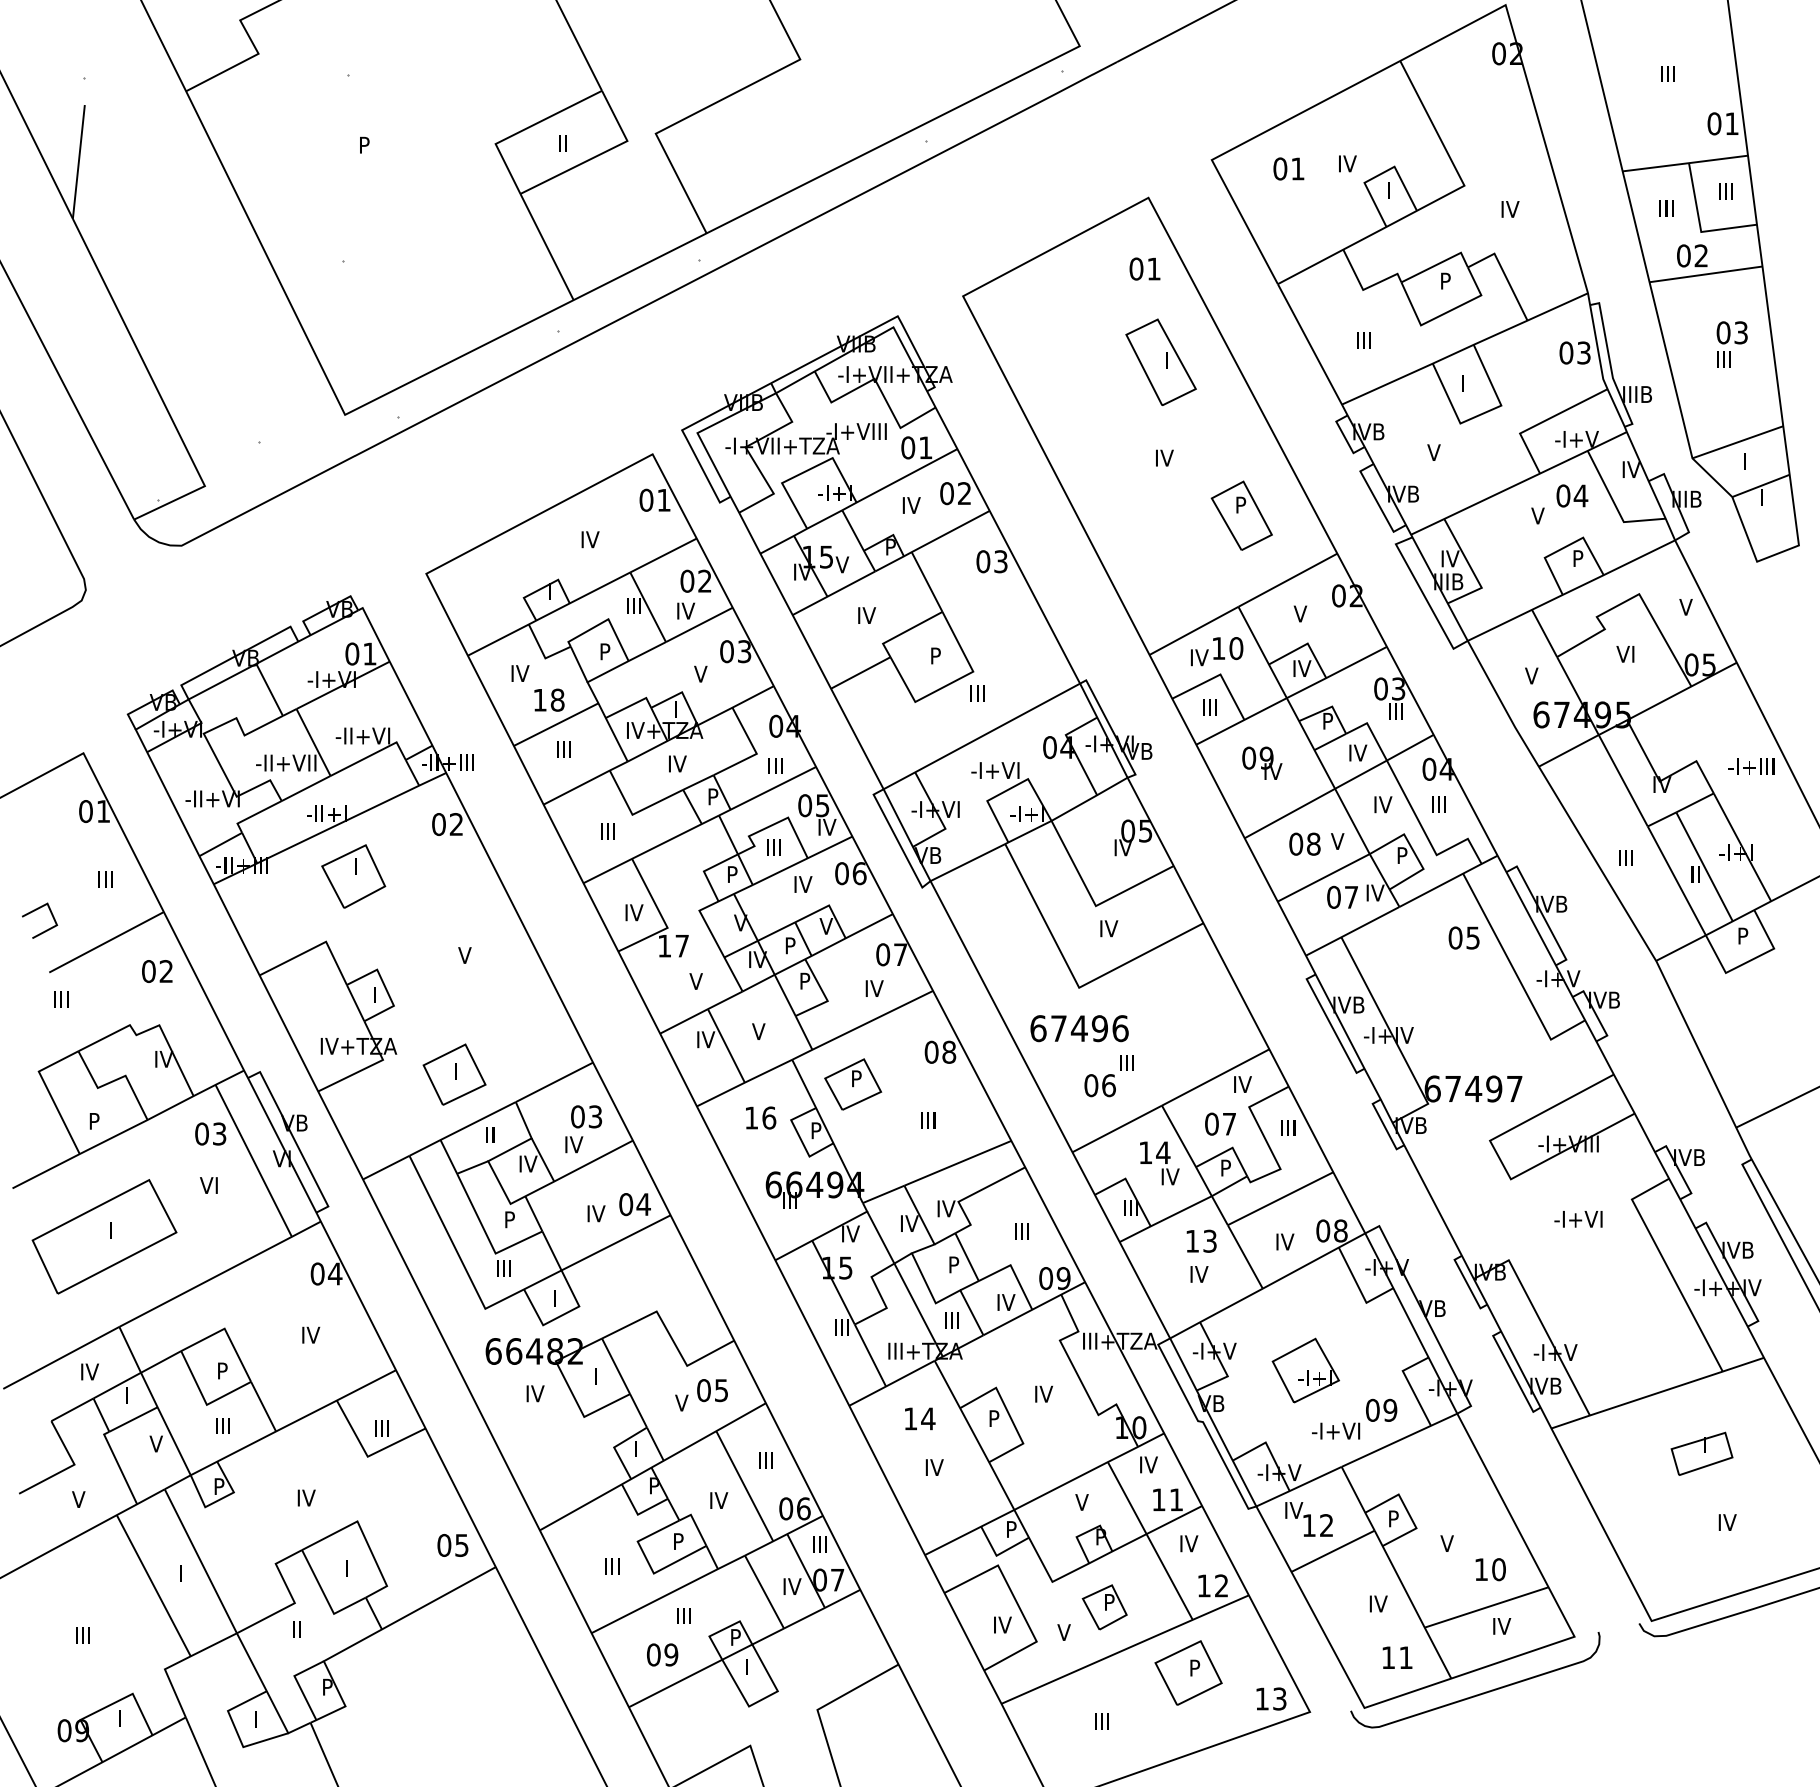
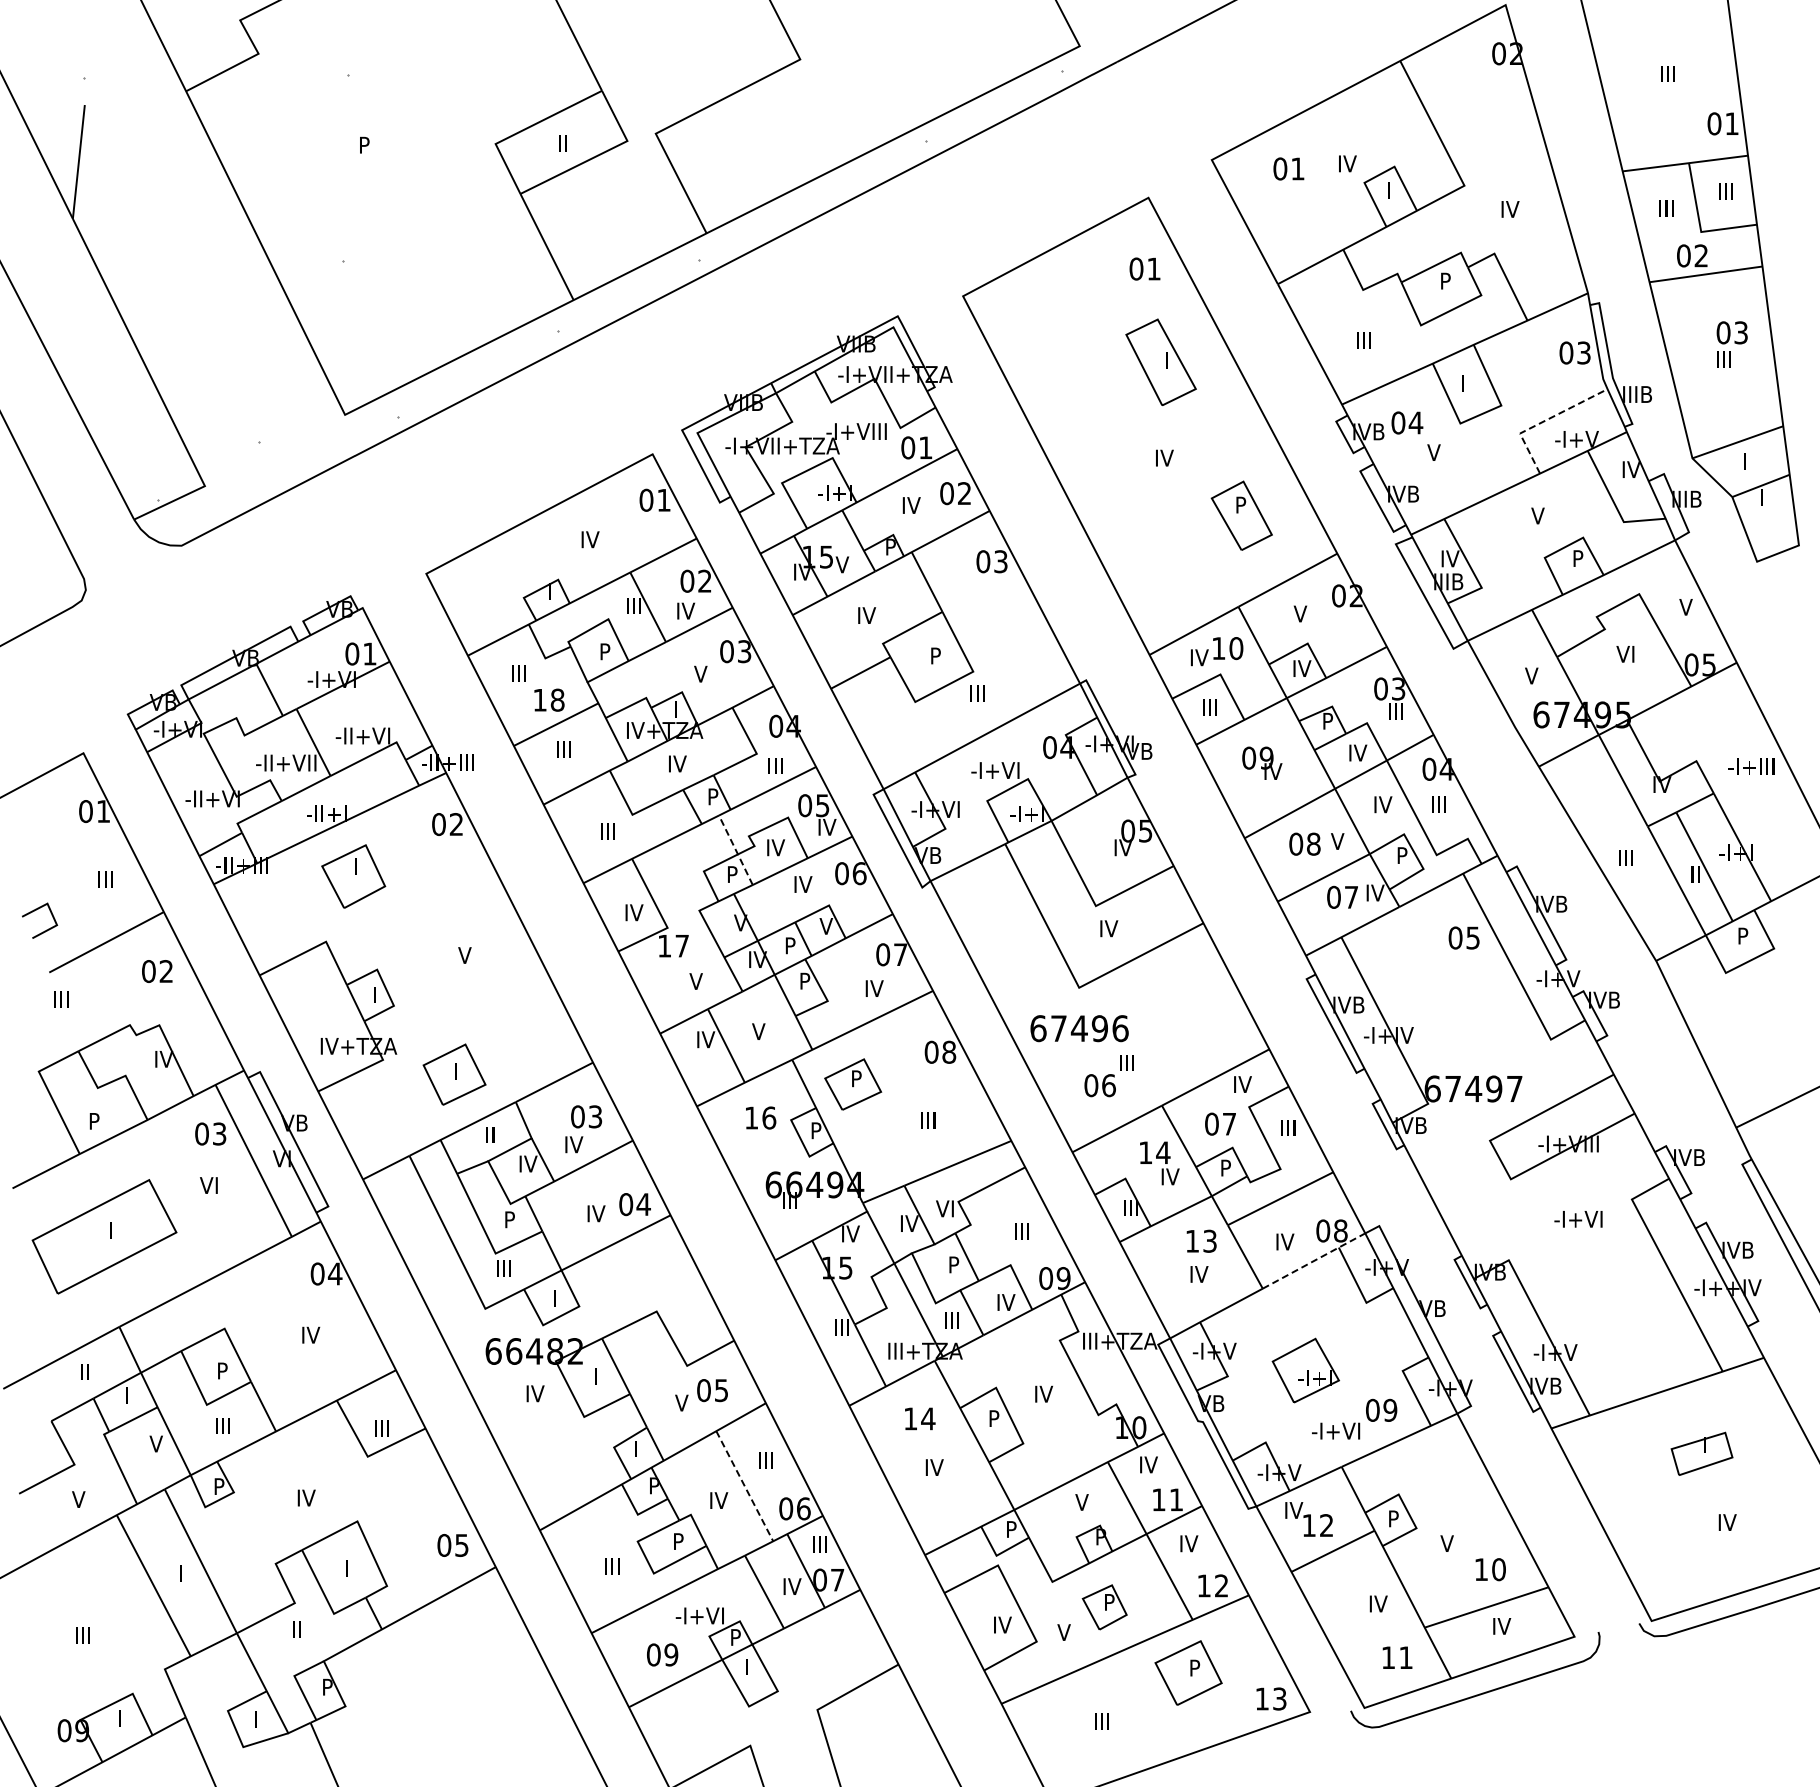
line at (1543, 421): solid -> dashed
text at (1572, 495) position: (1572, 495) -> (1407, 422)
text at (520, 673): IV -> III
text at (776, 847): III -> IV
line at (736, 850): solid -> dashed
text at (945, 1208): IV -> VI
line at (1315, 1260): solid -> dashed
text at (90, 1371): IV -> II
line at (744, 1486): solid -> dashed
text at (699, 1615): III -> -I+VI
